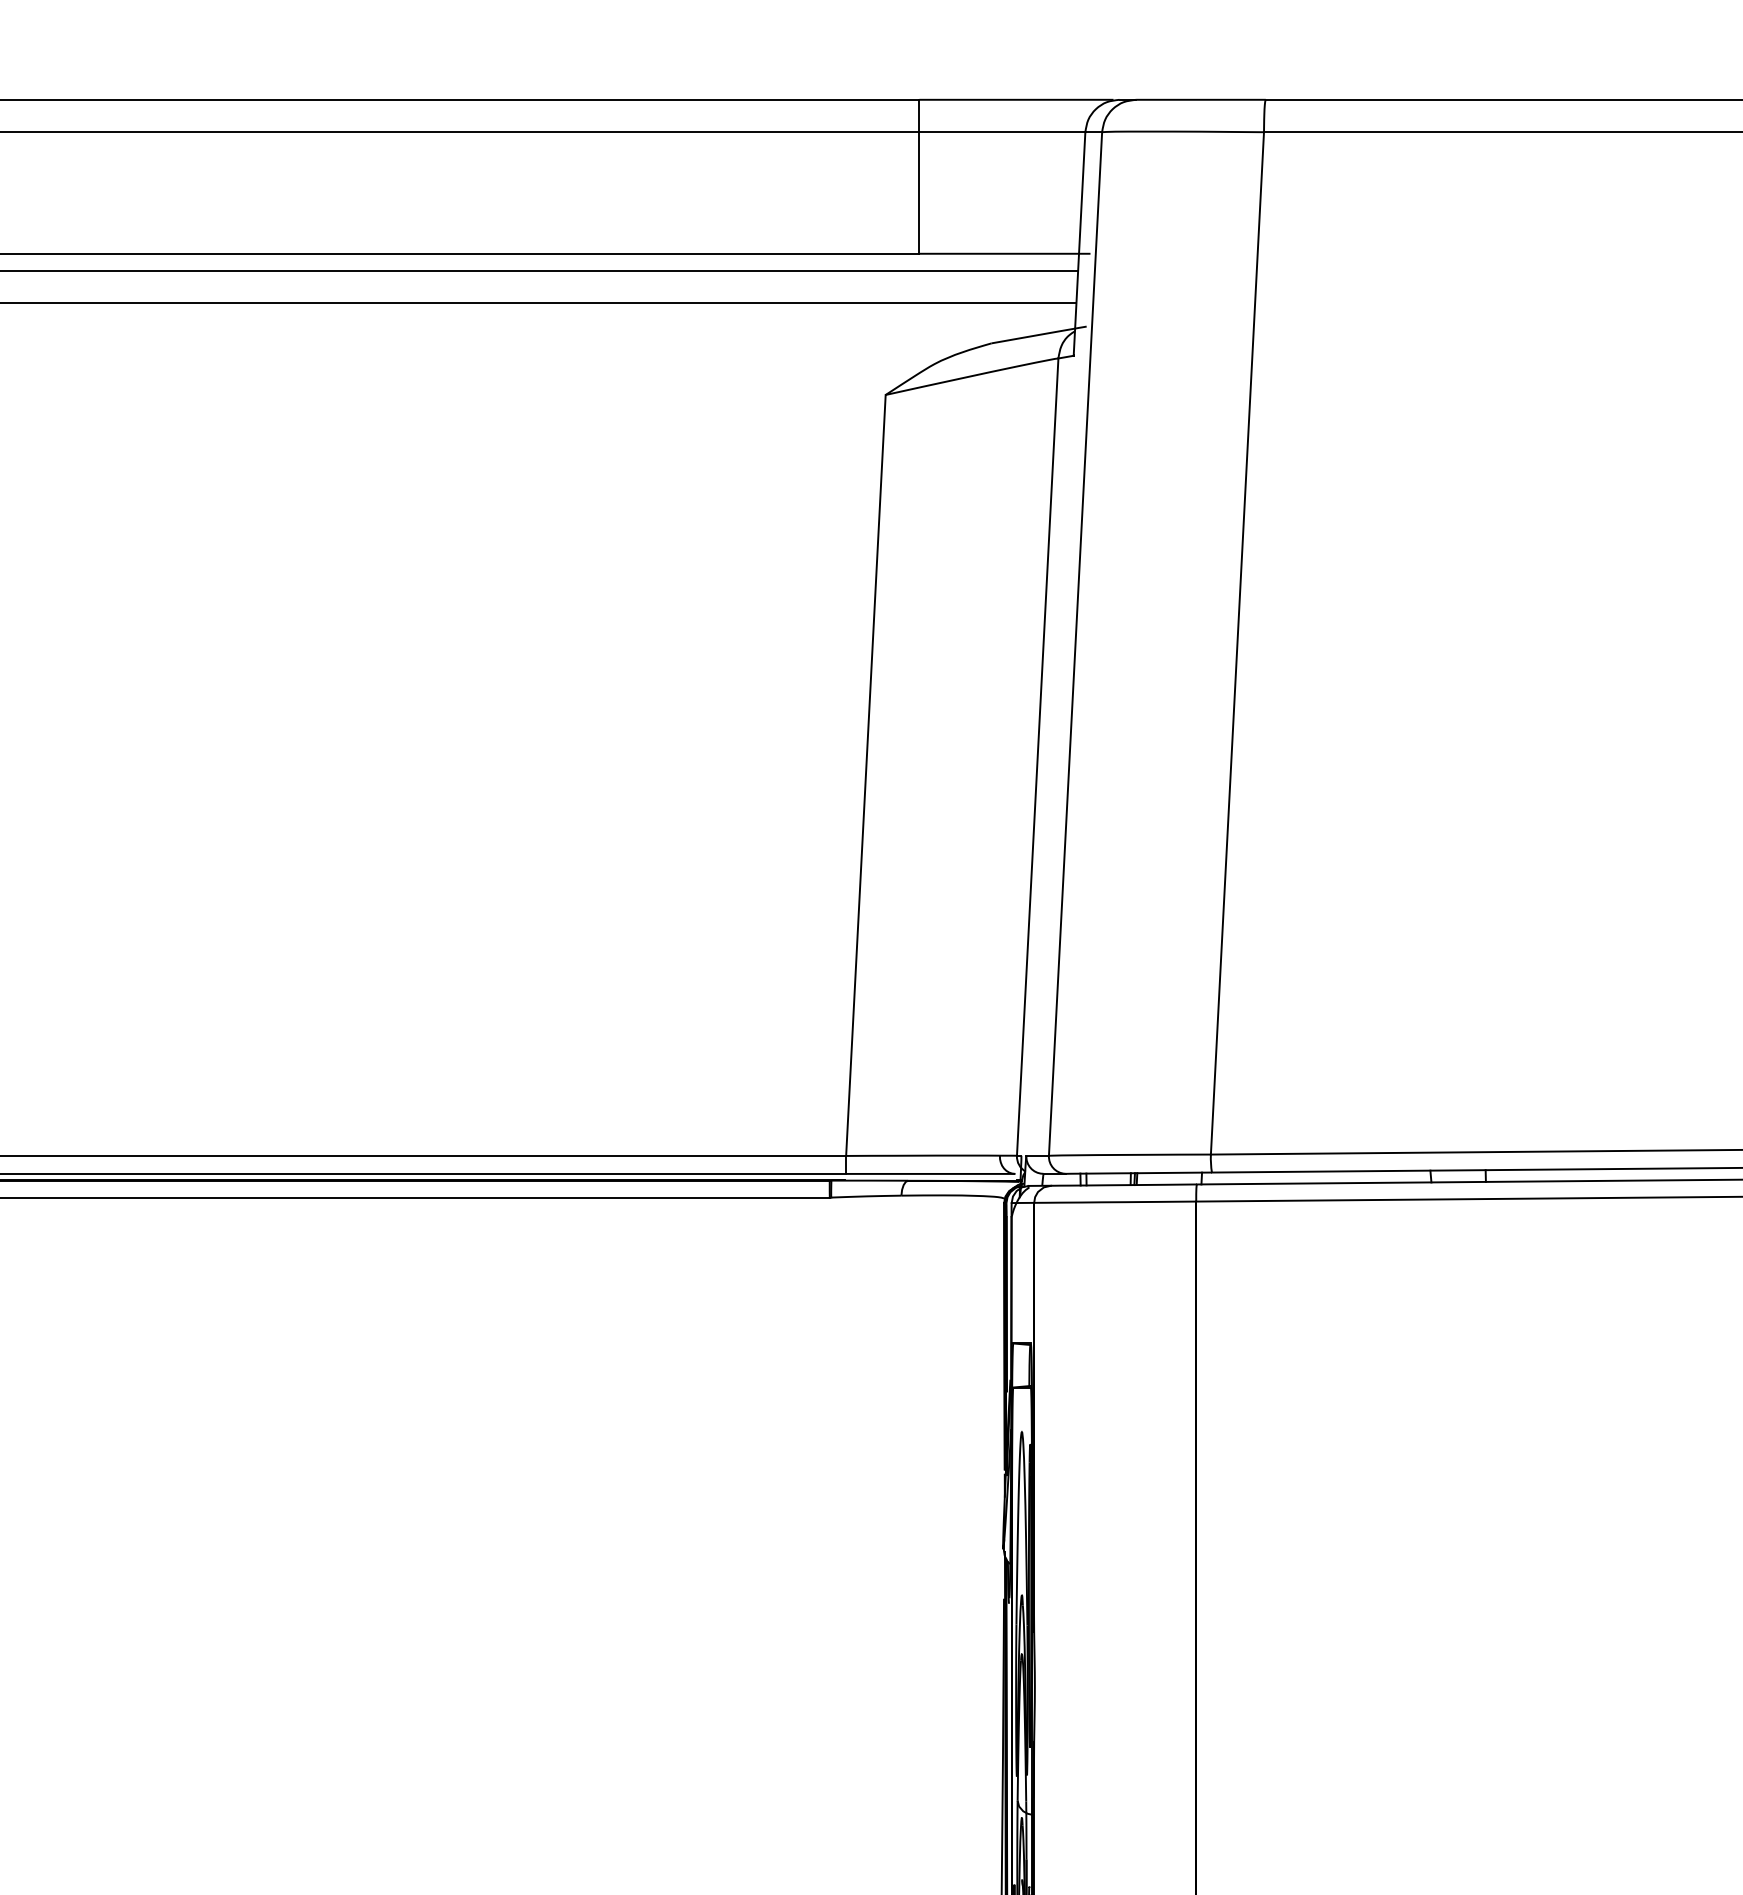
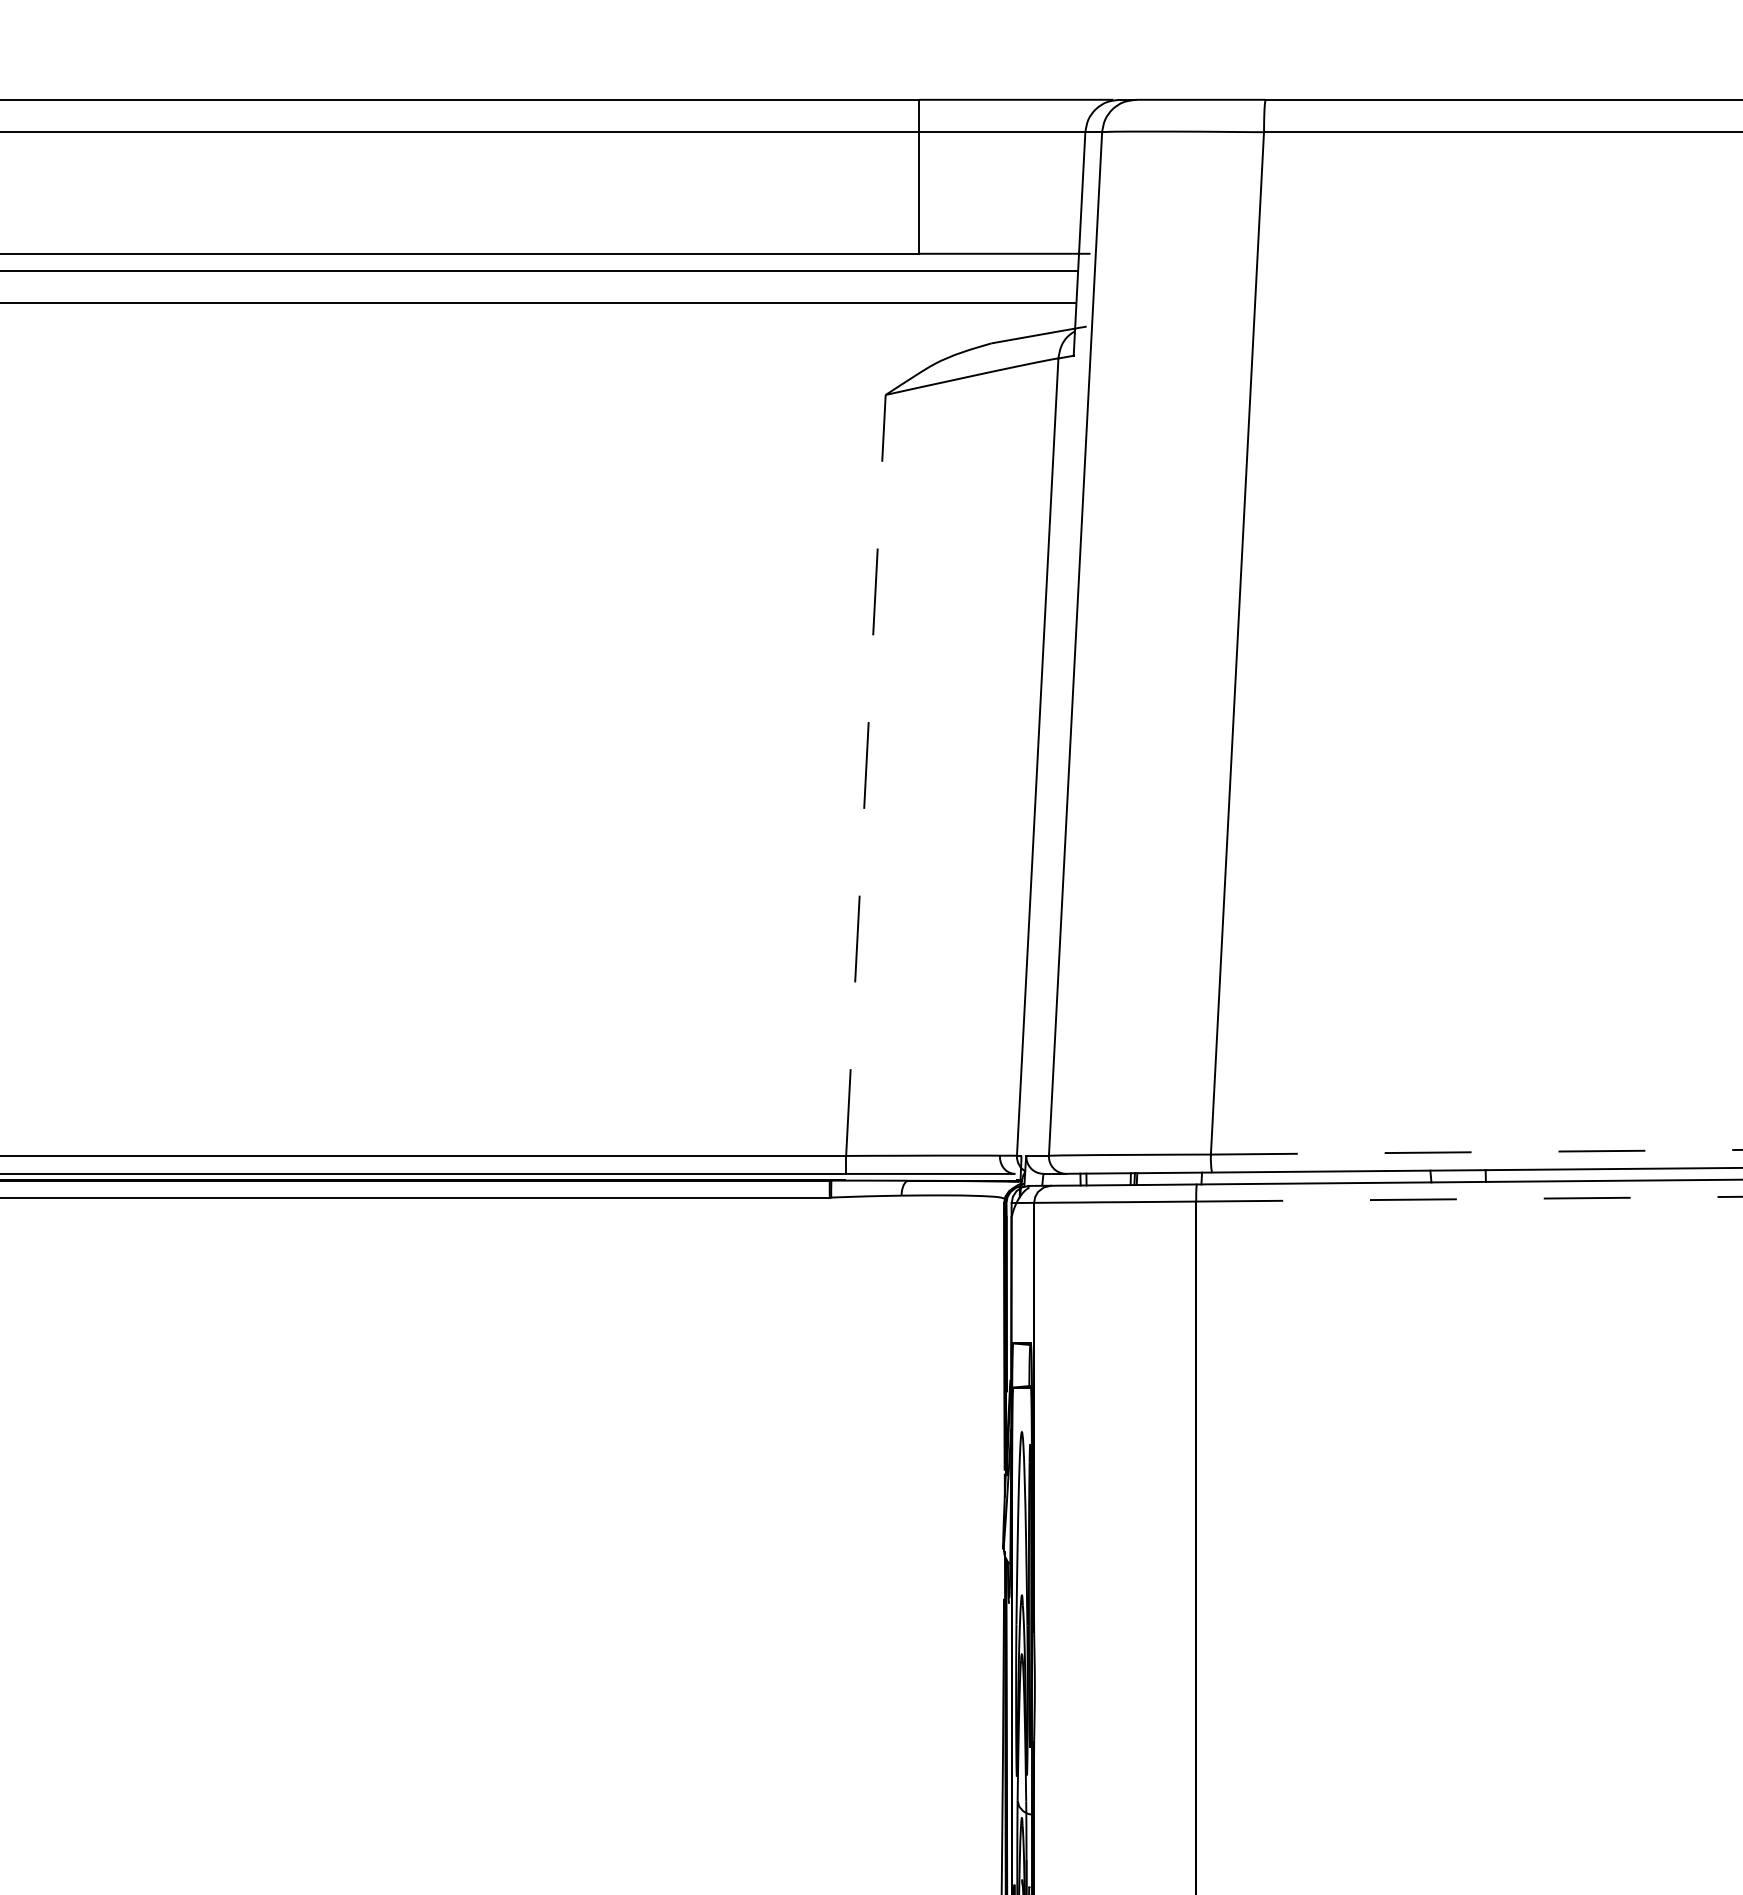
line at (865, 774): solid -> dashed
line at (1476, 1152): solid -> dashed
line at (1469, 1199): solid -> dashed
